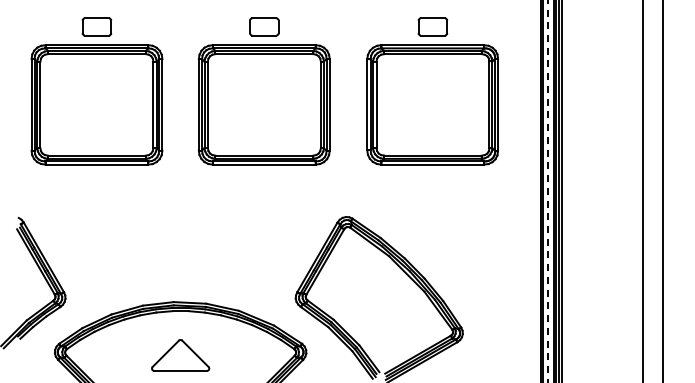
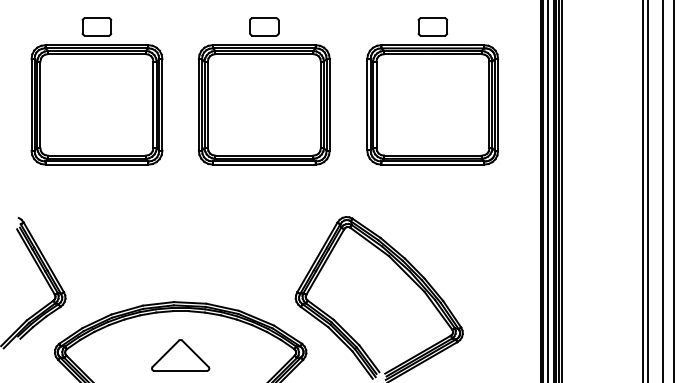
line at (648, 190): none -> present
line at (674, 190): none -> present
line at (547, 191): dashed -> solid
